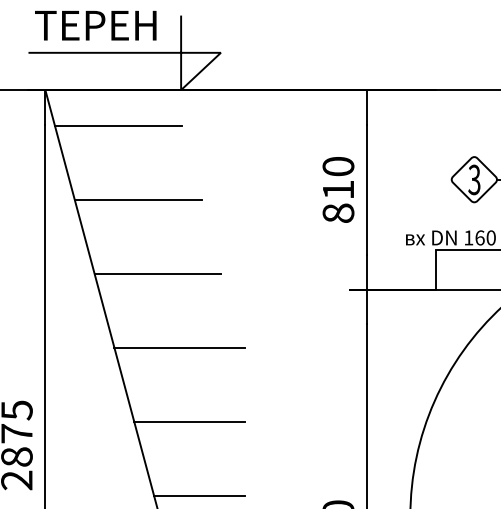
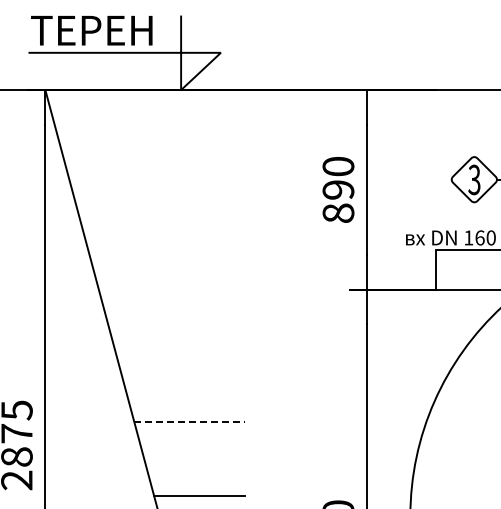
text at (95, 25) position: (95, 25) -> (91, 30)
line at (117, 125): present -> none
text at (338, 189): 810 -> 890
line at (137, 199): present -> none
line at (157, 273): present -> none
line at (179, 347): present -> none
line at (189, 421): solid -> dashed
